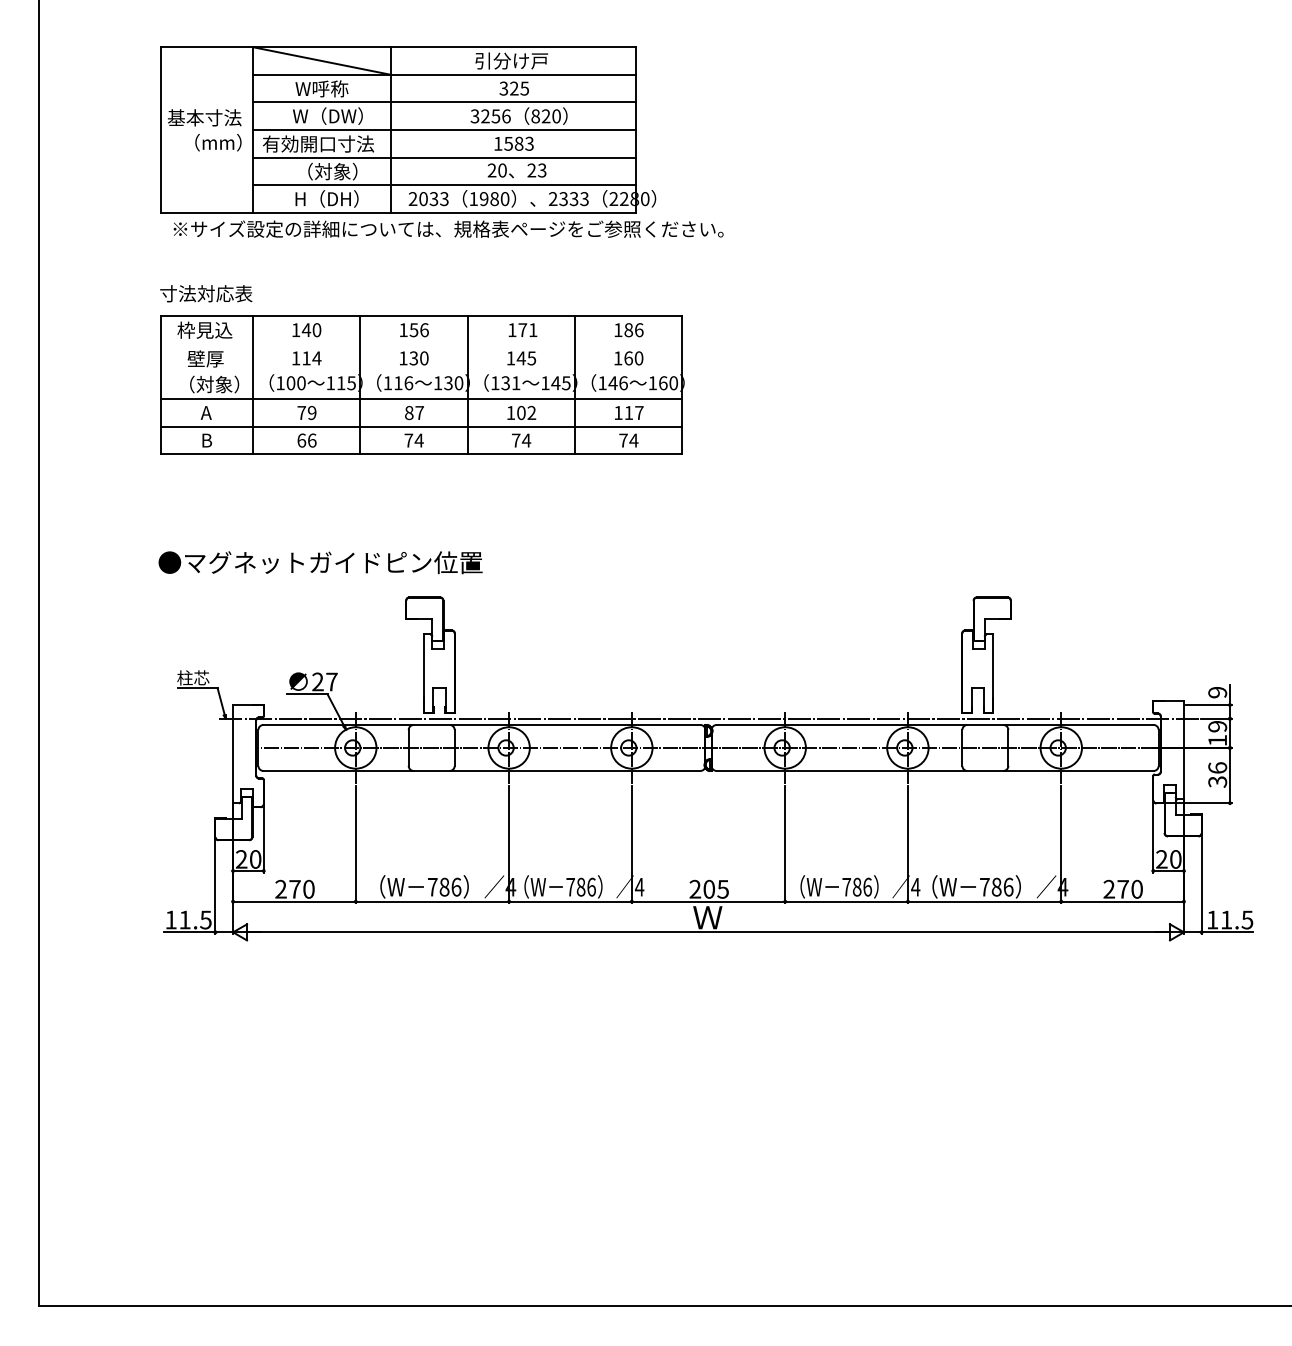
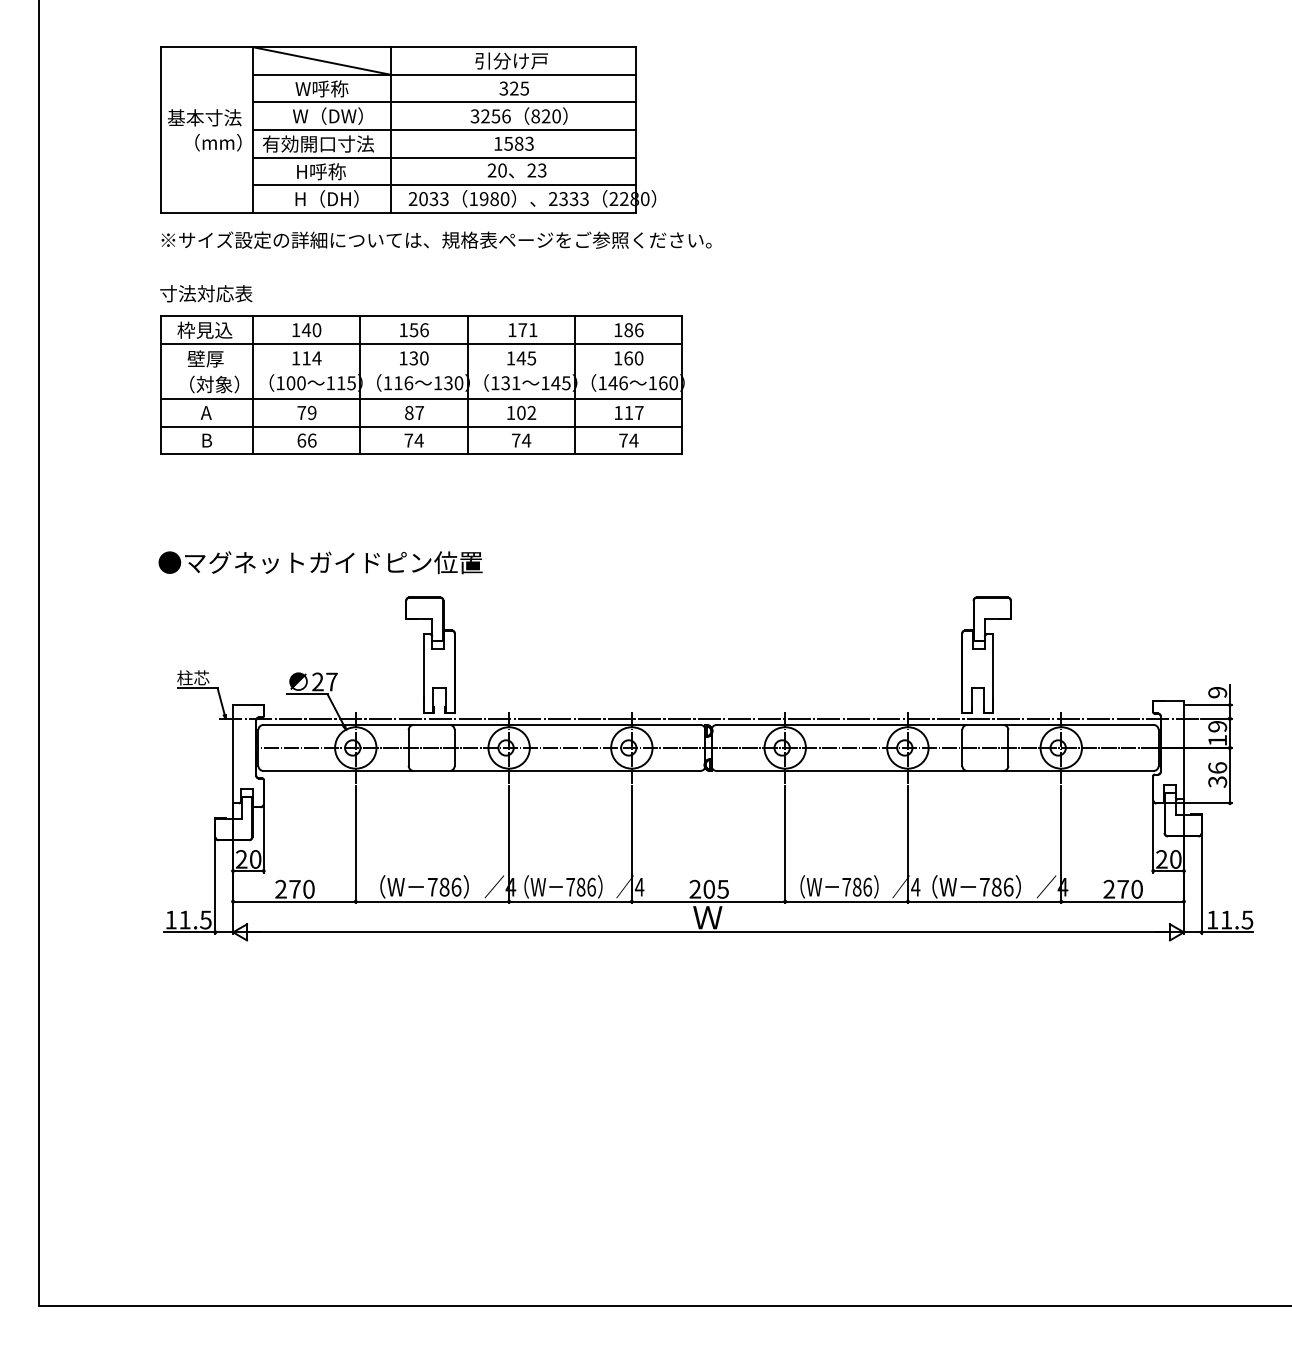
text at (327, 171): （対象） -> H呼称
text at (448, 228) position: (448, 228) -> (436, 239)
line at (421, 344): none -> present
